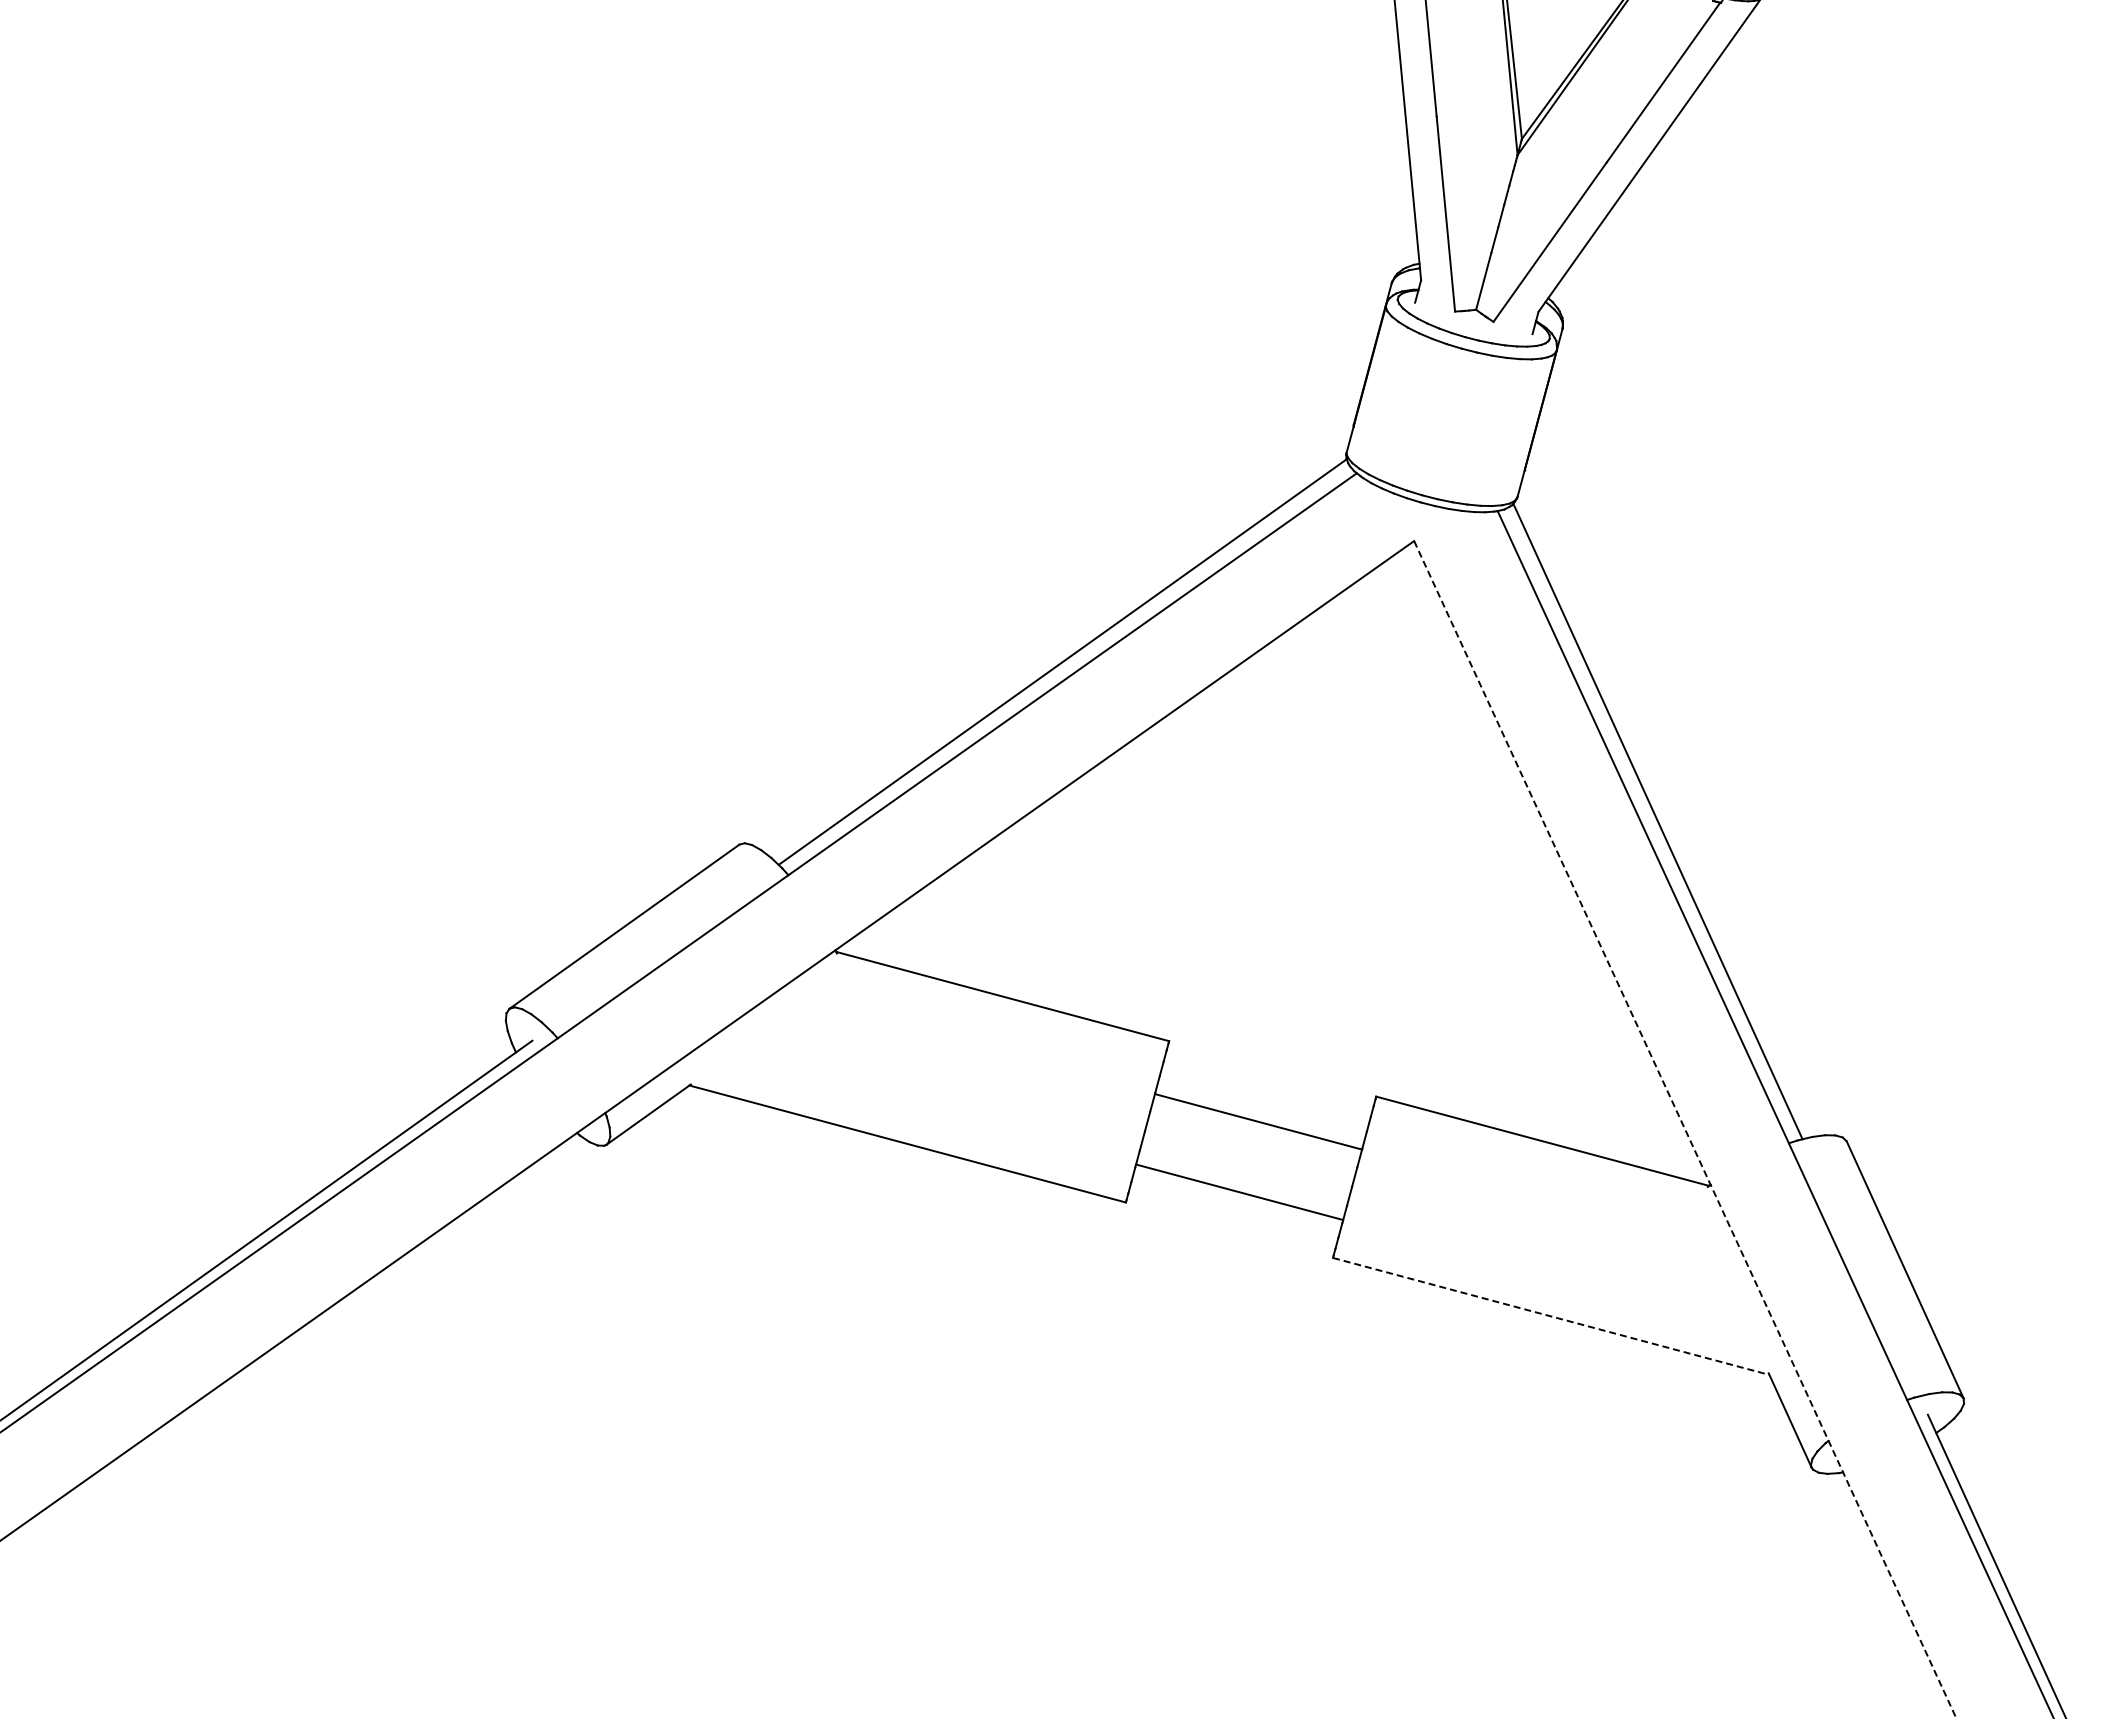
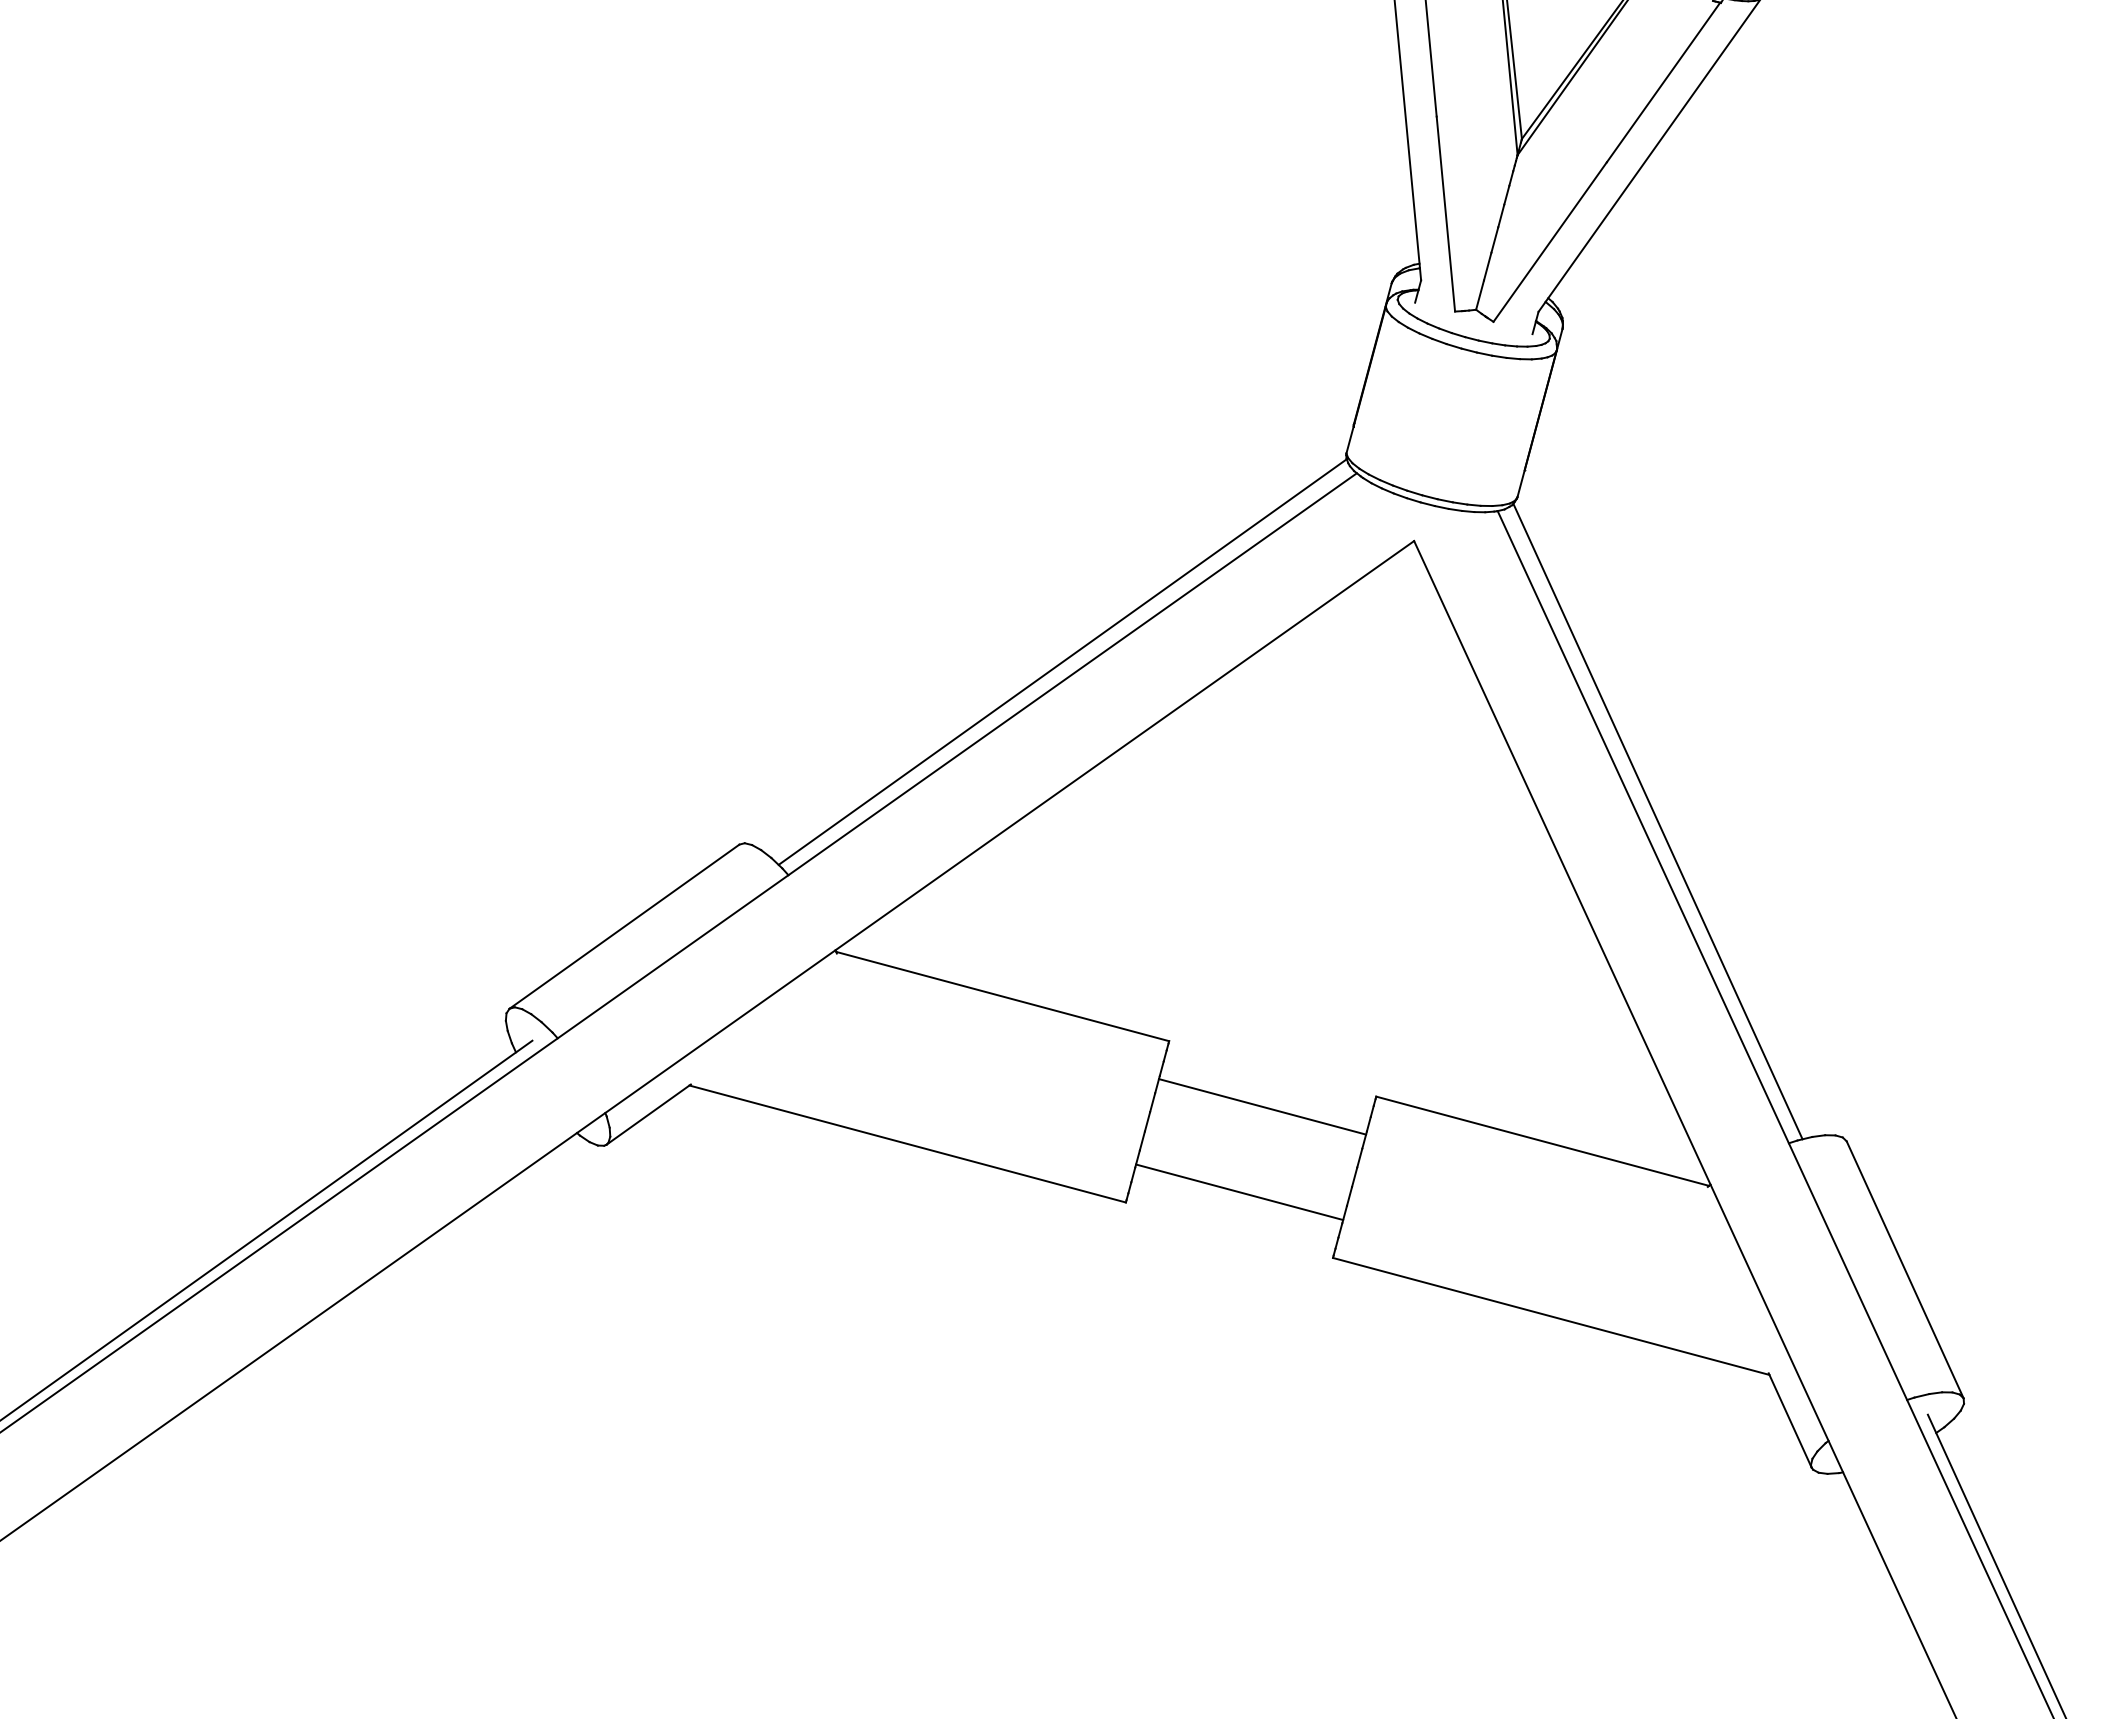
line at (1258, 1121) position: (1258, 1121) -> (1262, 1106)
line at (1685, 1130): dashed -> solid
line at (1551, 1316): dashed -> solid
